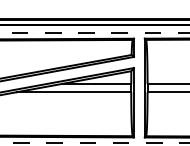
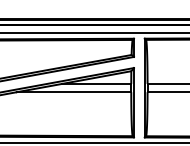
line at (94, 33): dashed -> solid
line at (95, 142): dashed -> solid
